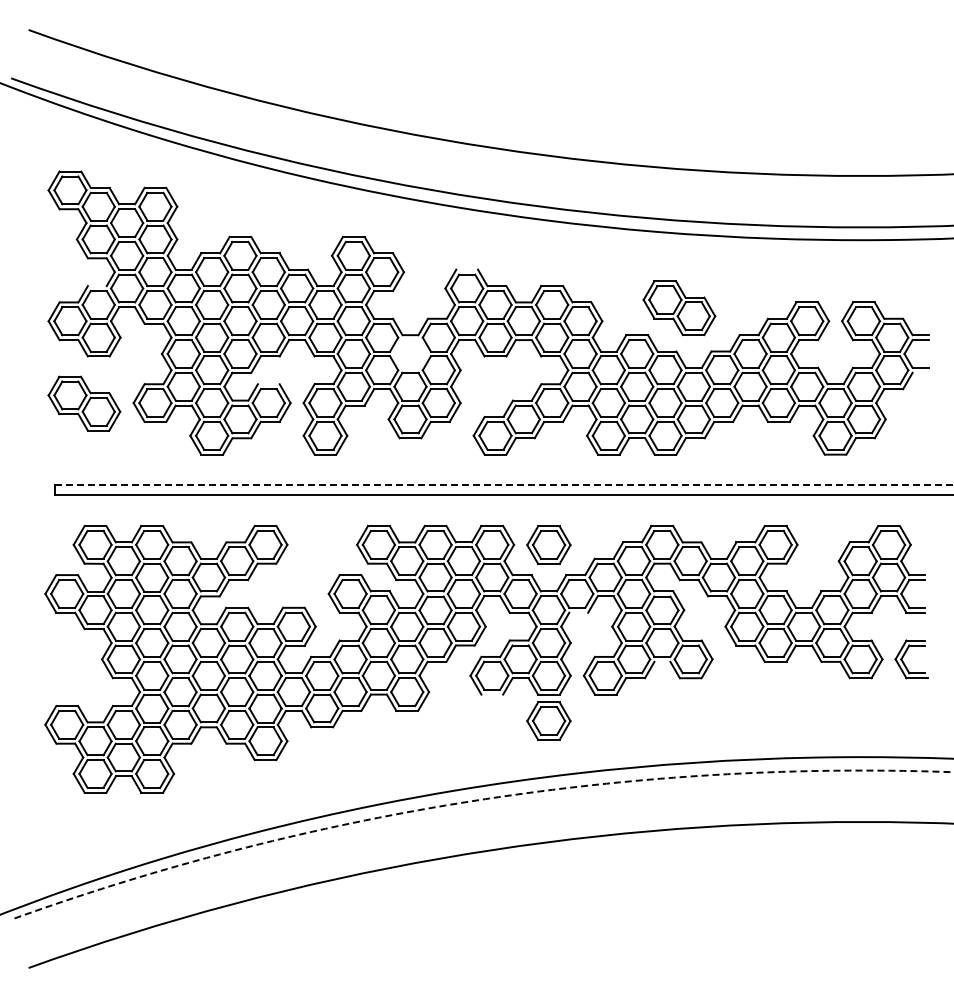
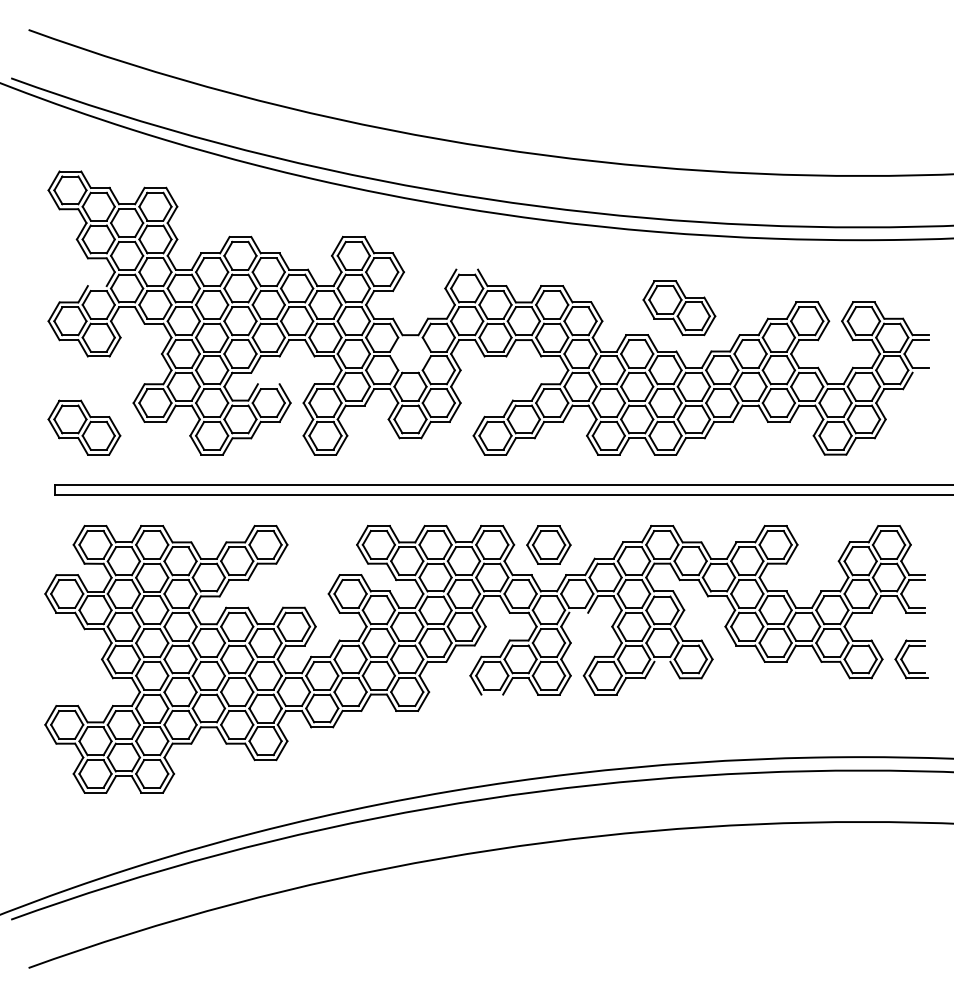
part at (84, 403) position: (84, 403) -> (84, 427)
line at (504, 485): dashed -> solid
part at (548, 720): present -> none
arc at (476, 800): dashed -> solid
